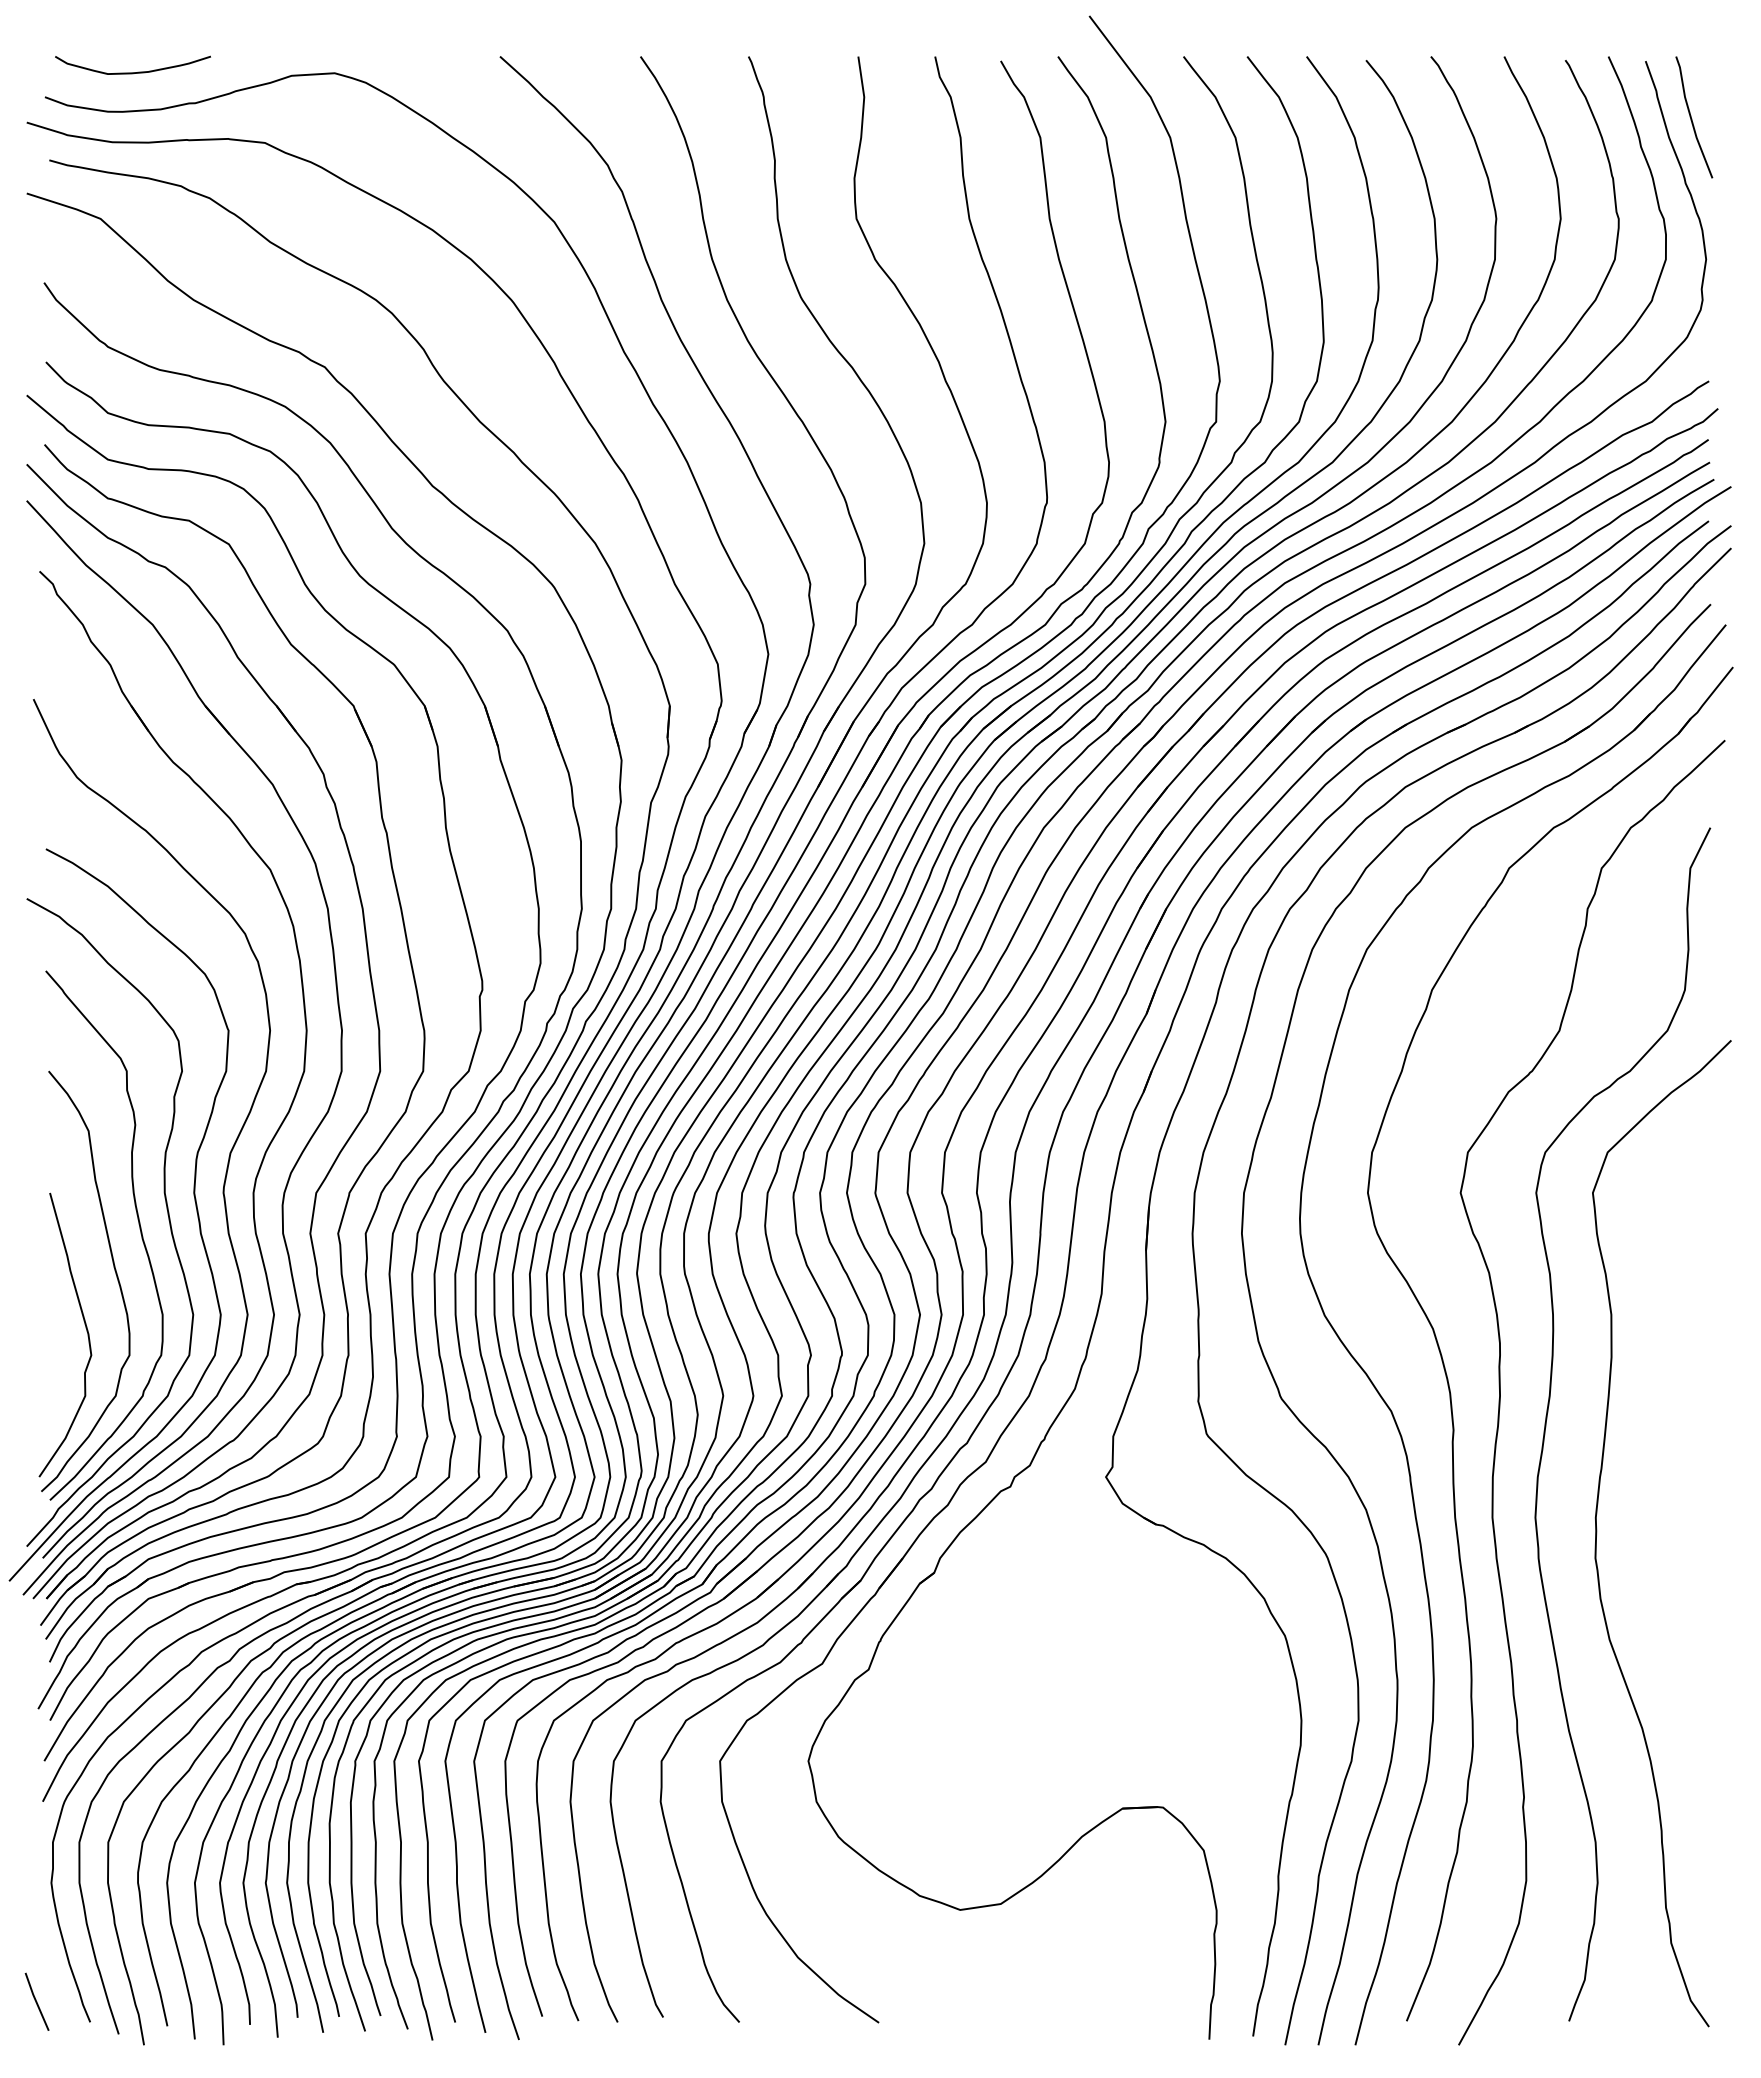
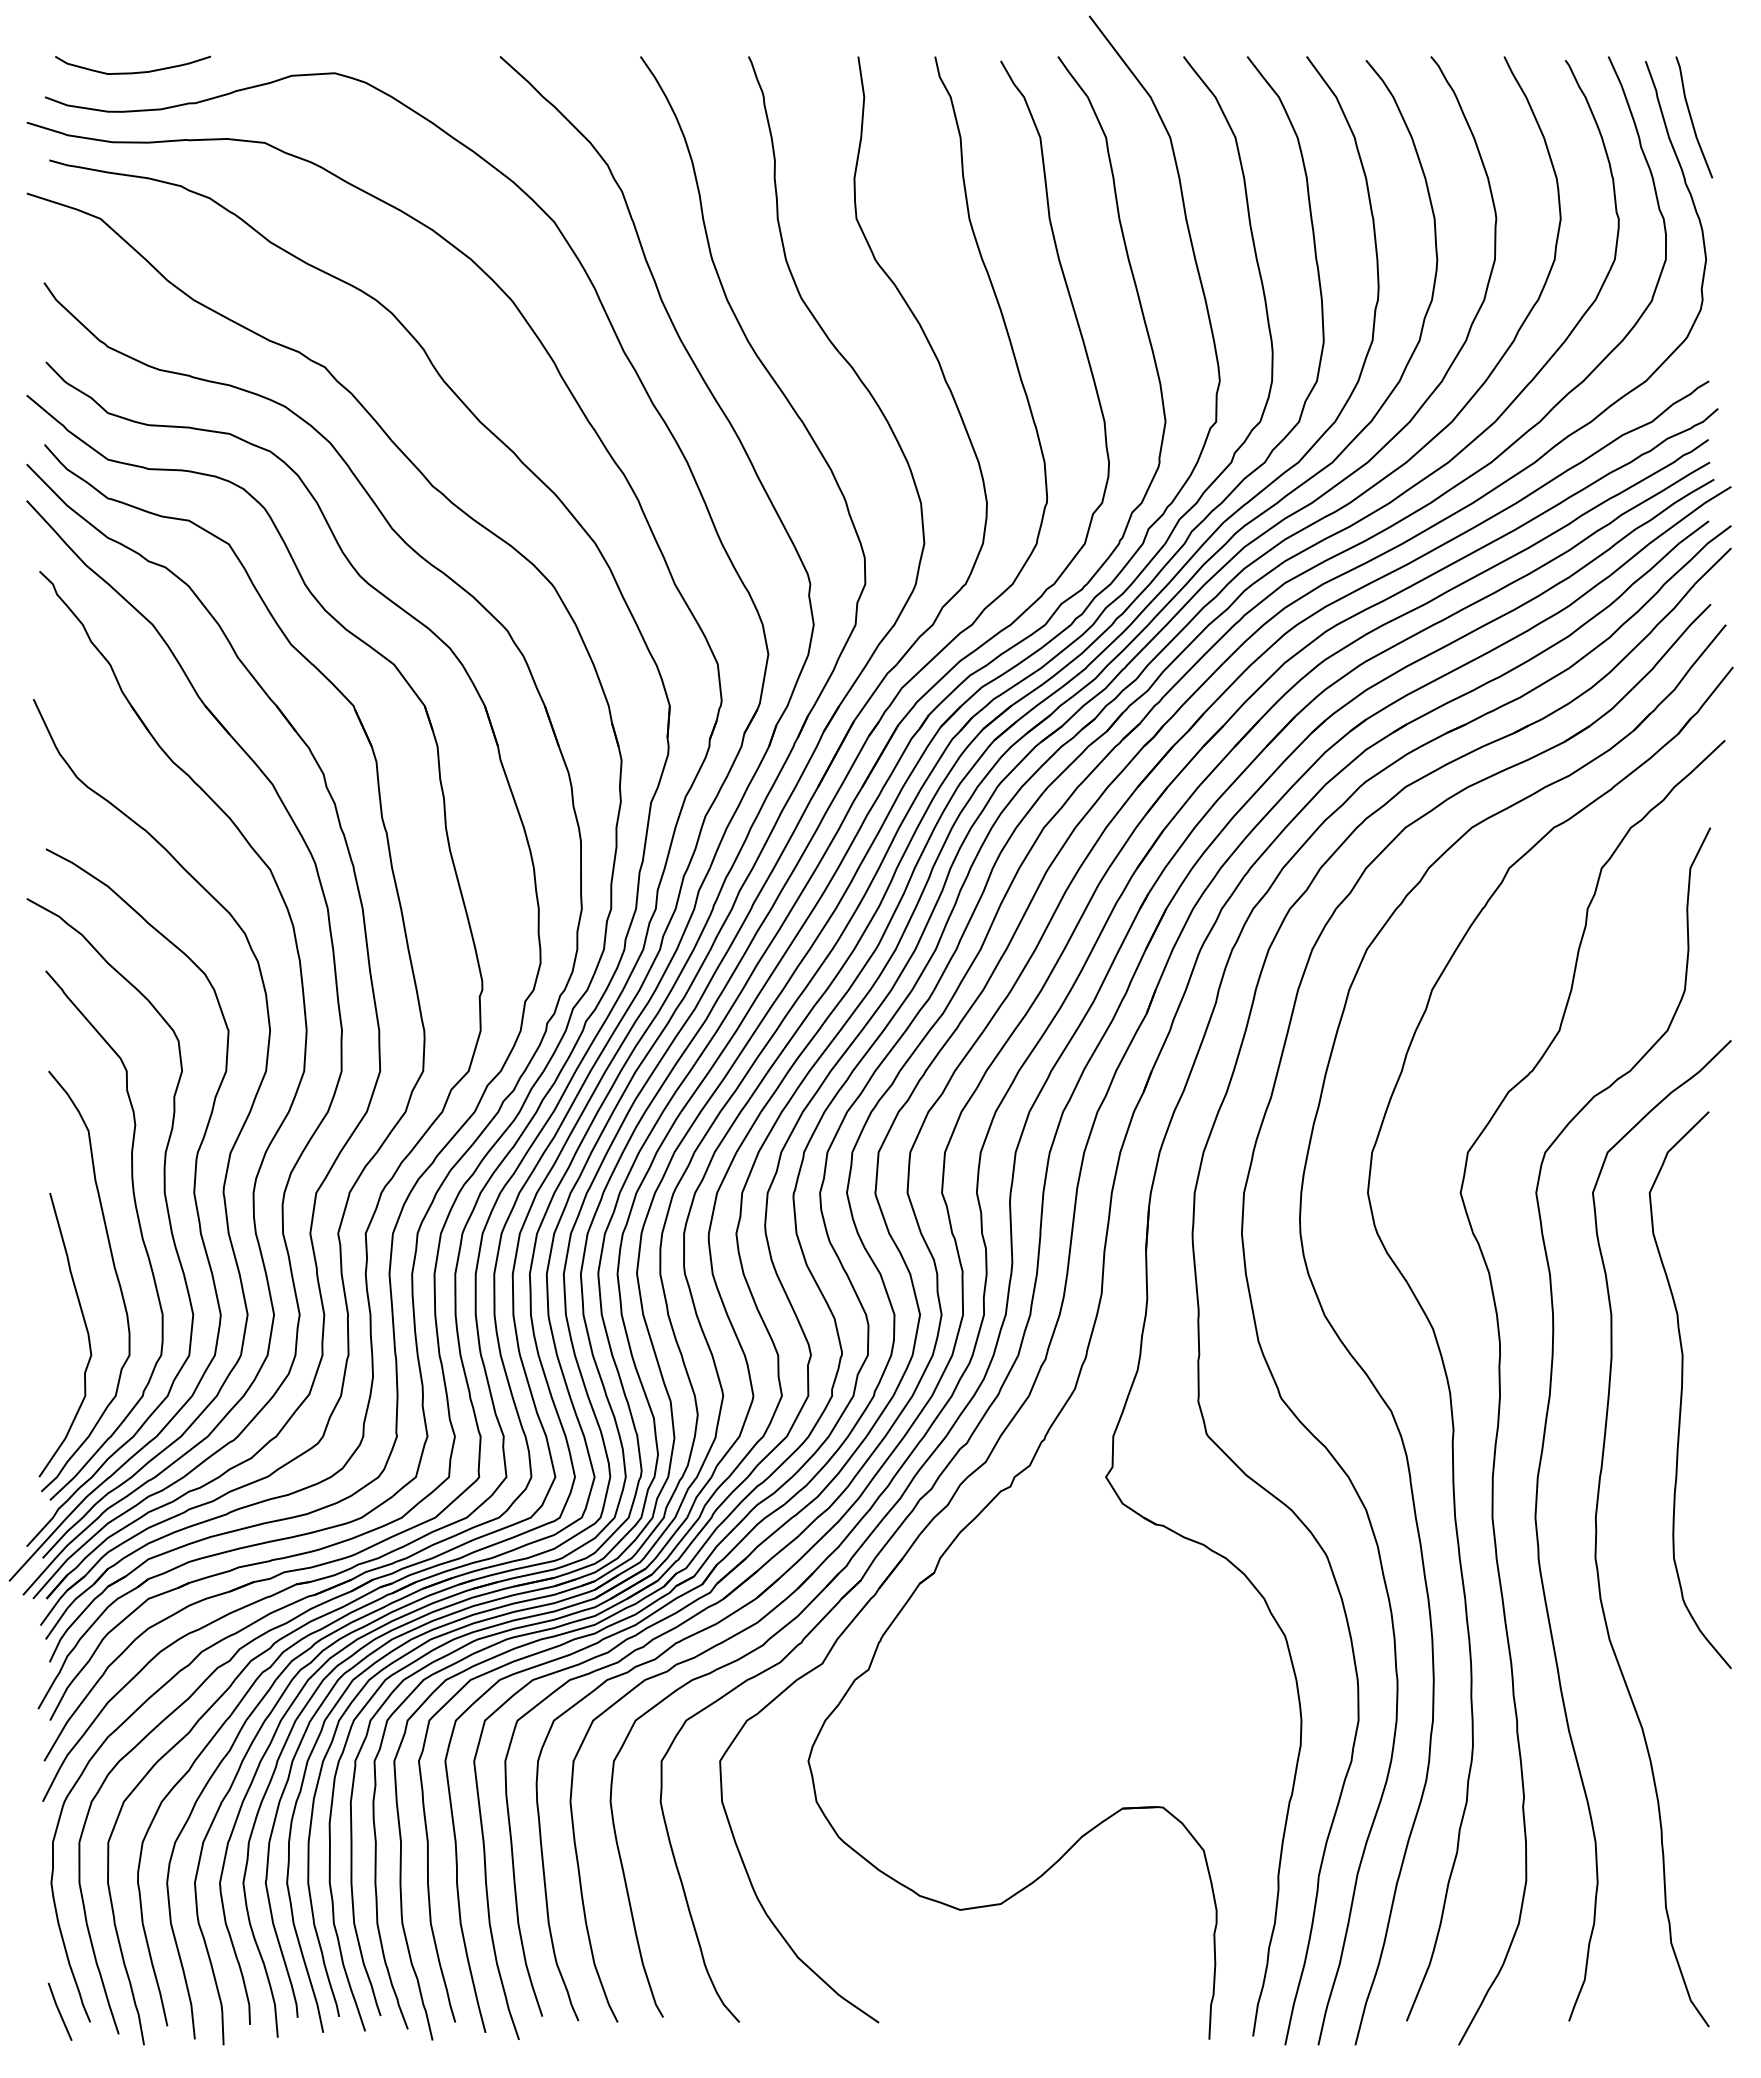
curve at (1682, 1389): none -> present
line at (36, 2001) position: (36, 2001) -> (59, 2011)
